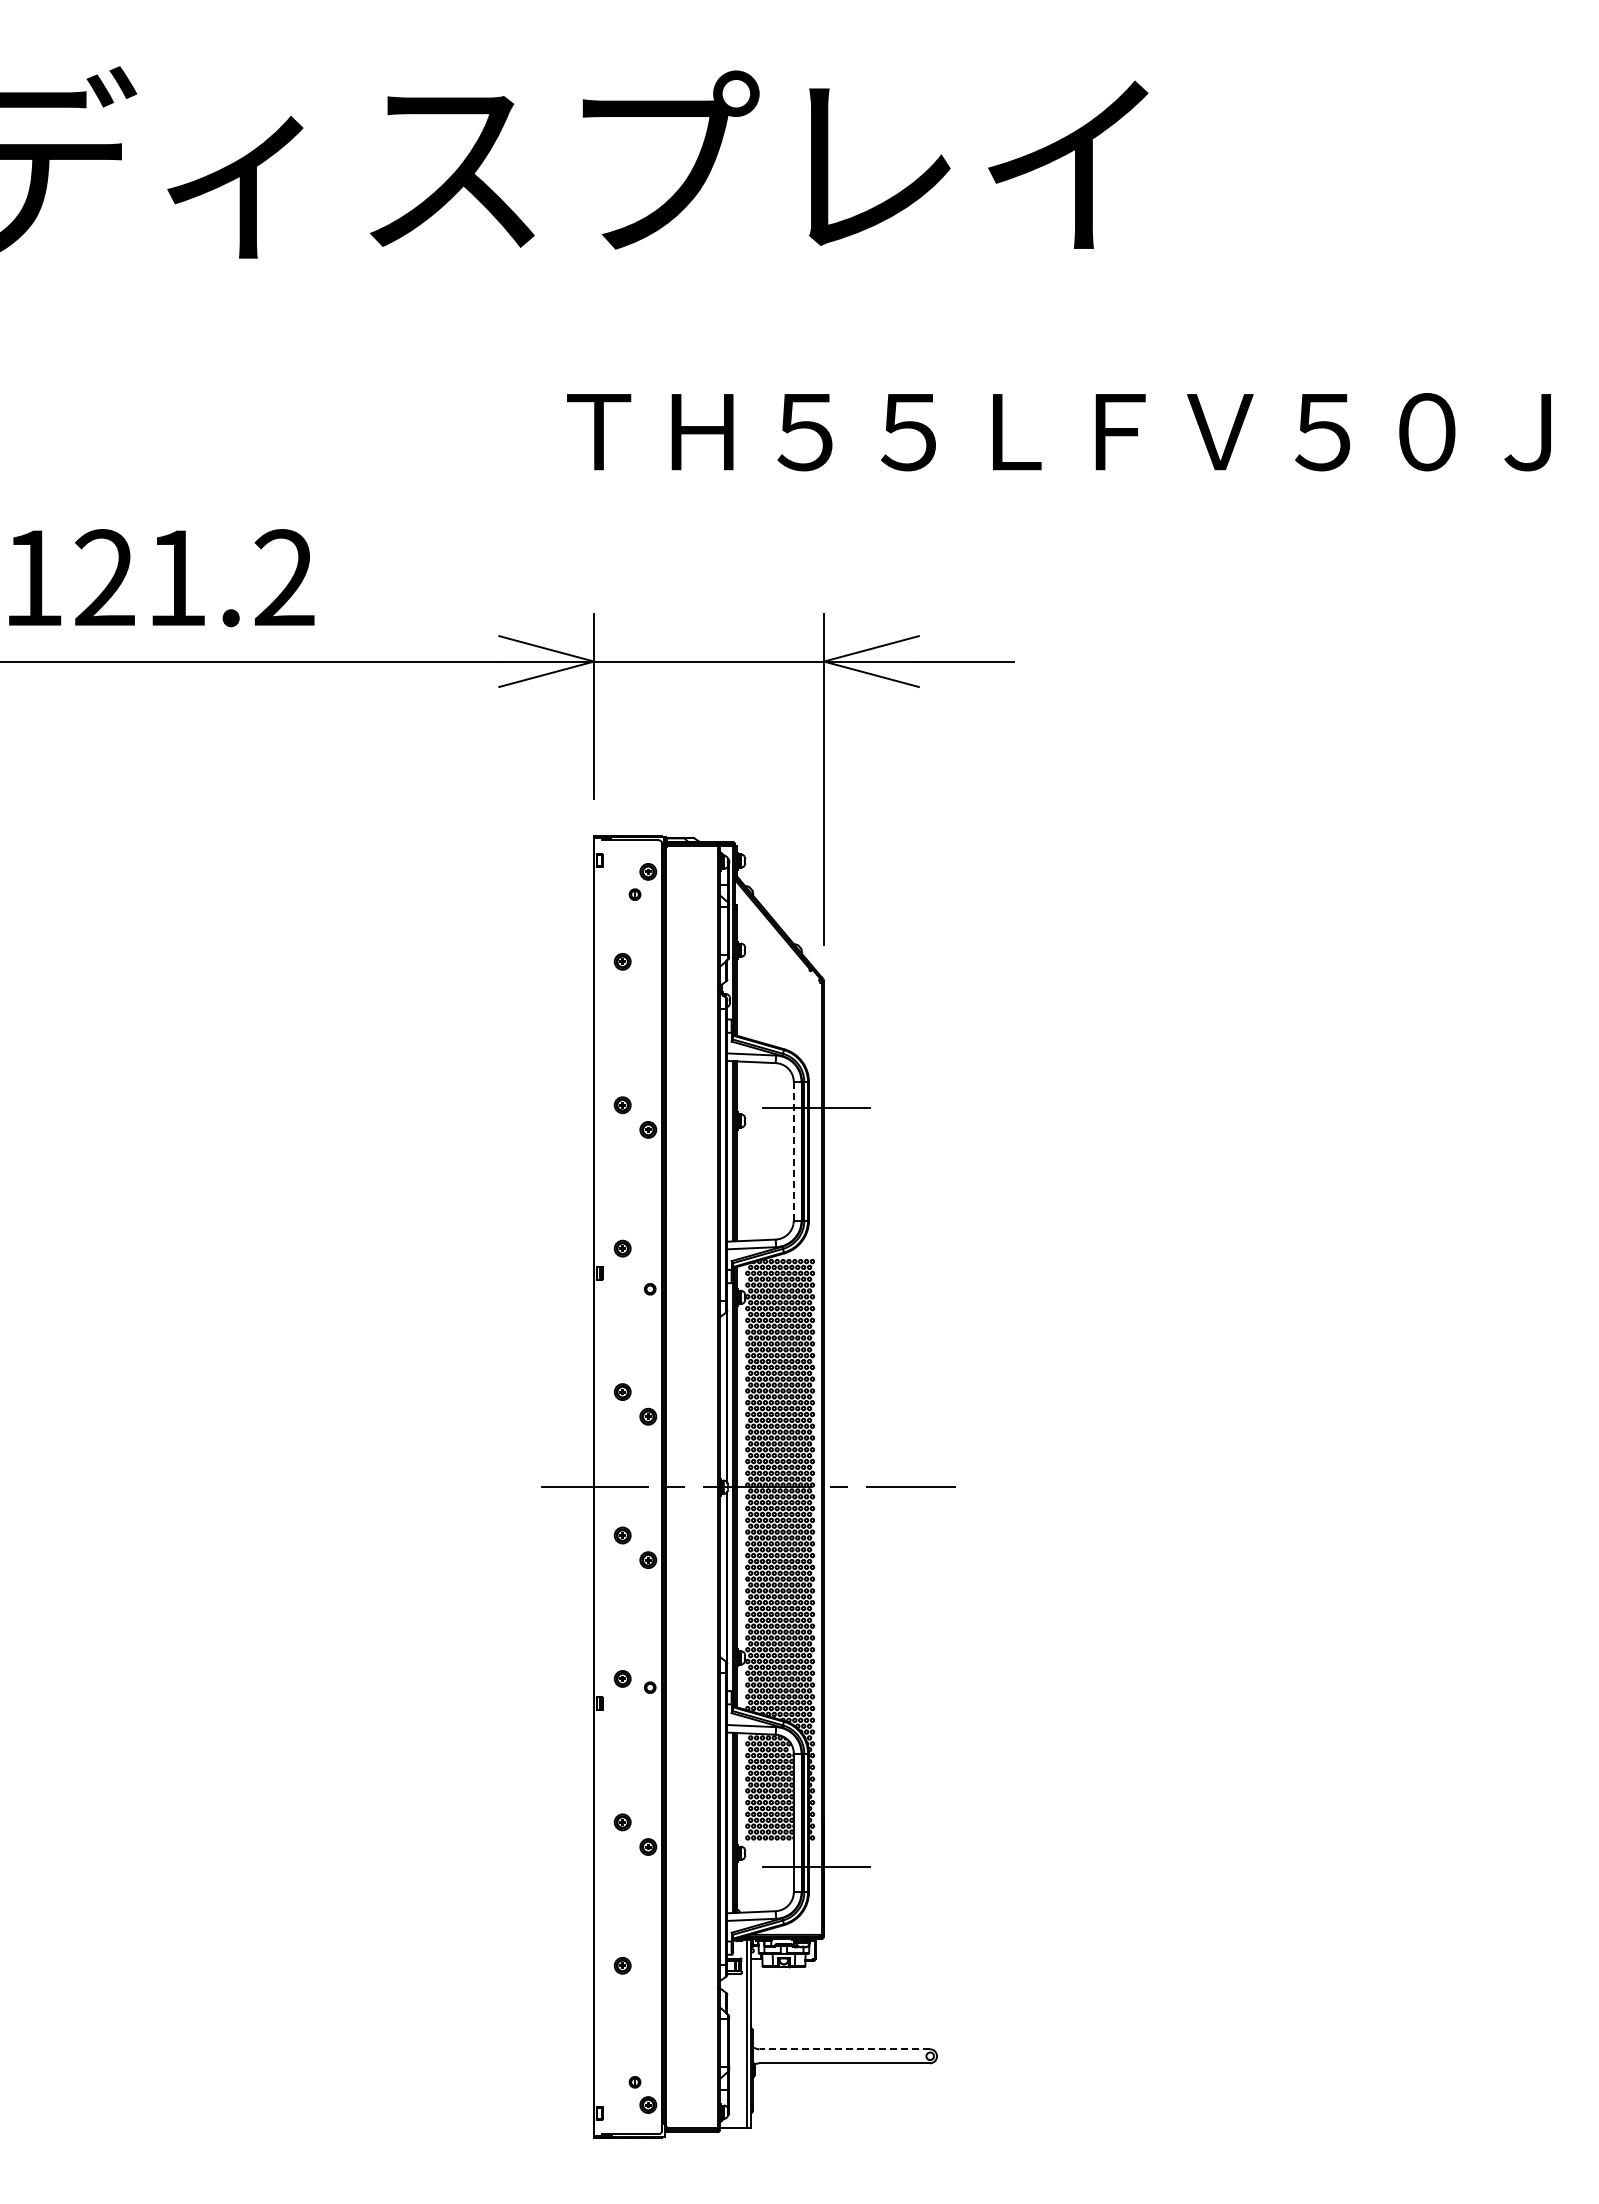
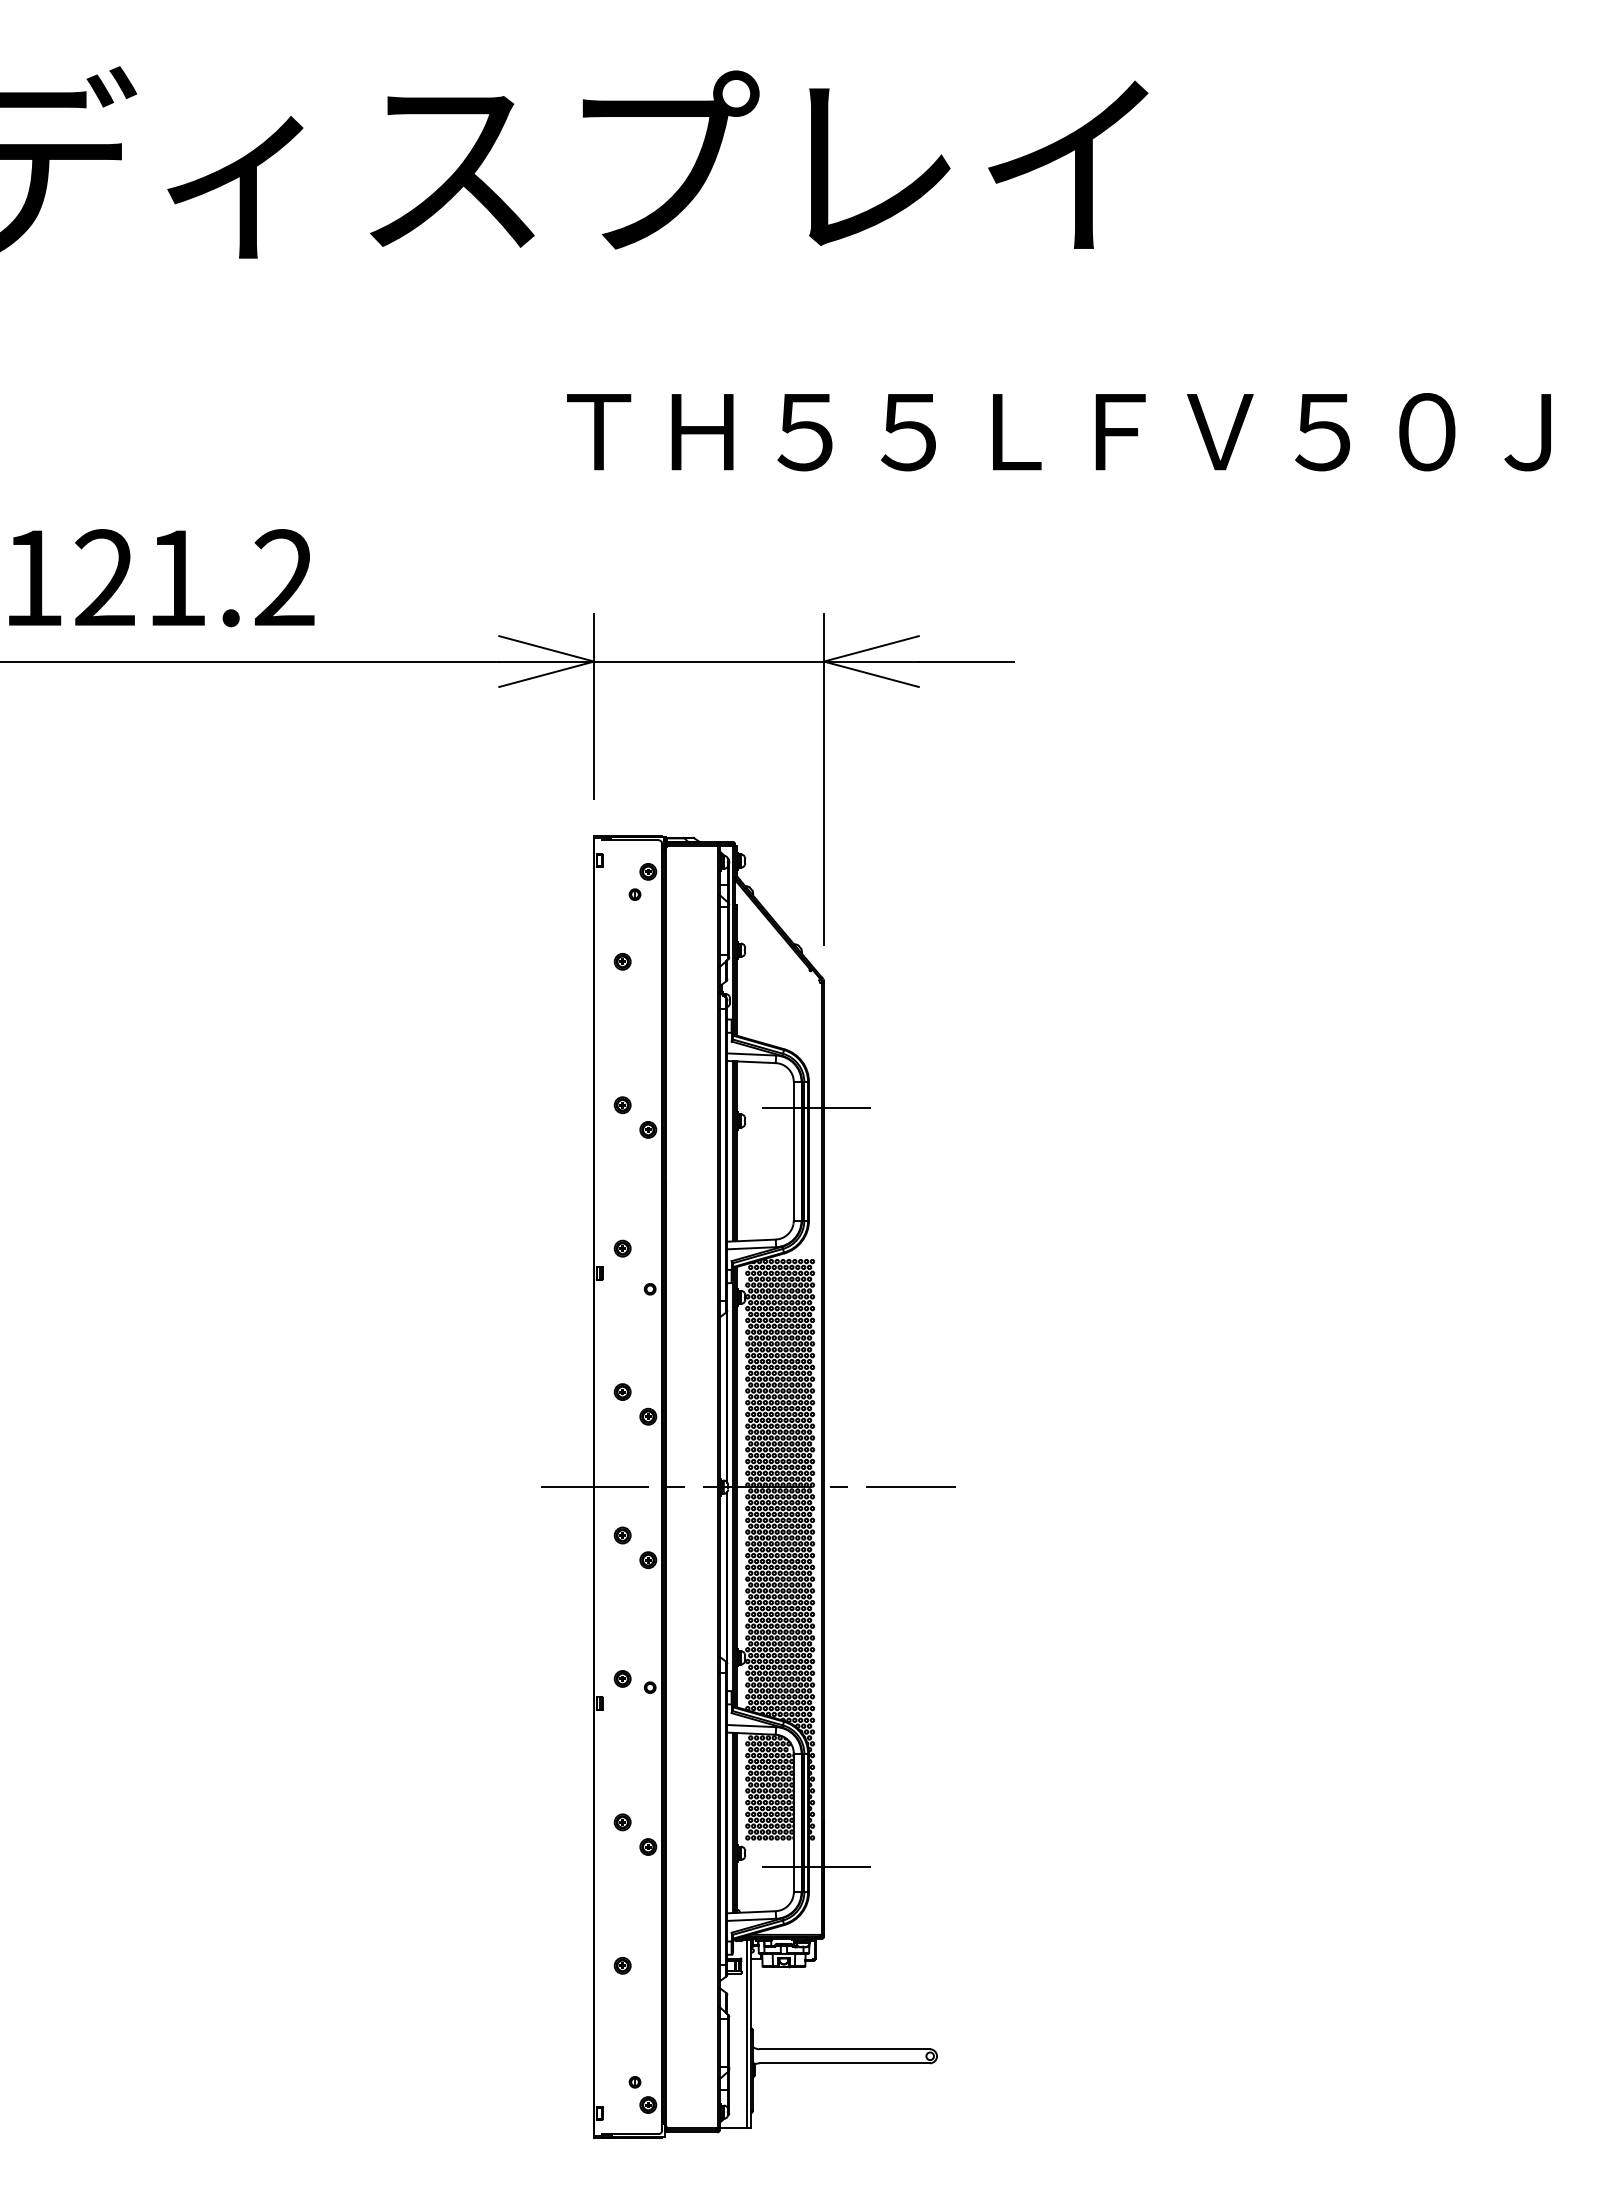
line at (793, 1151): dashed -> solid
line at (844, 2049): dashed -> solid
